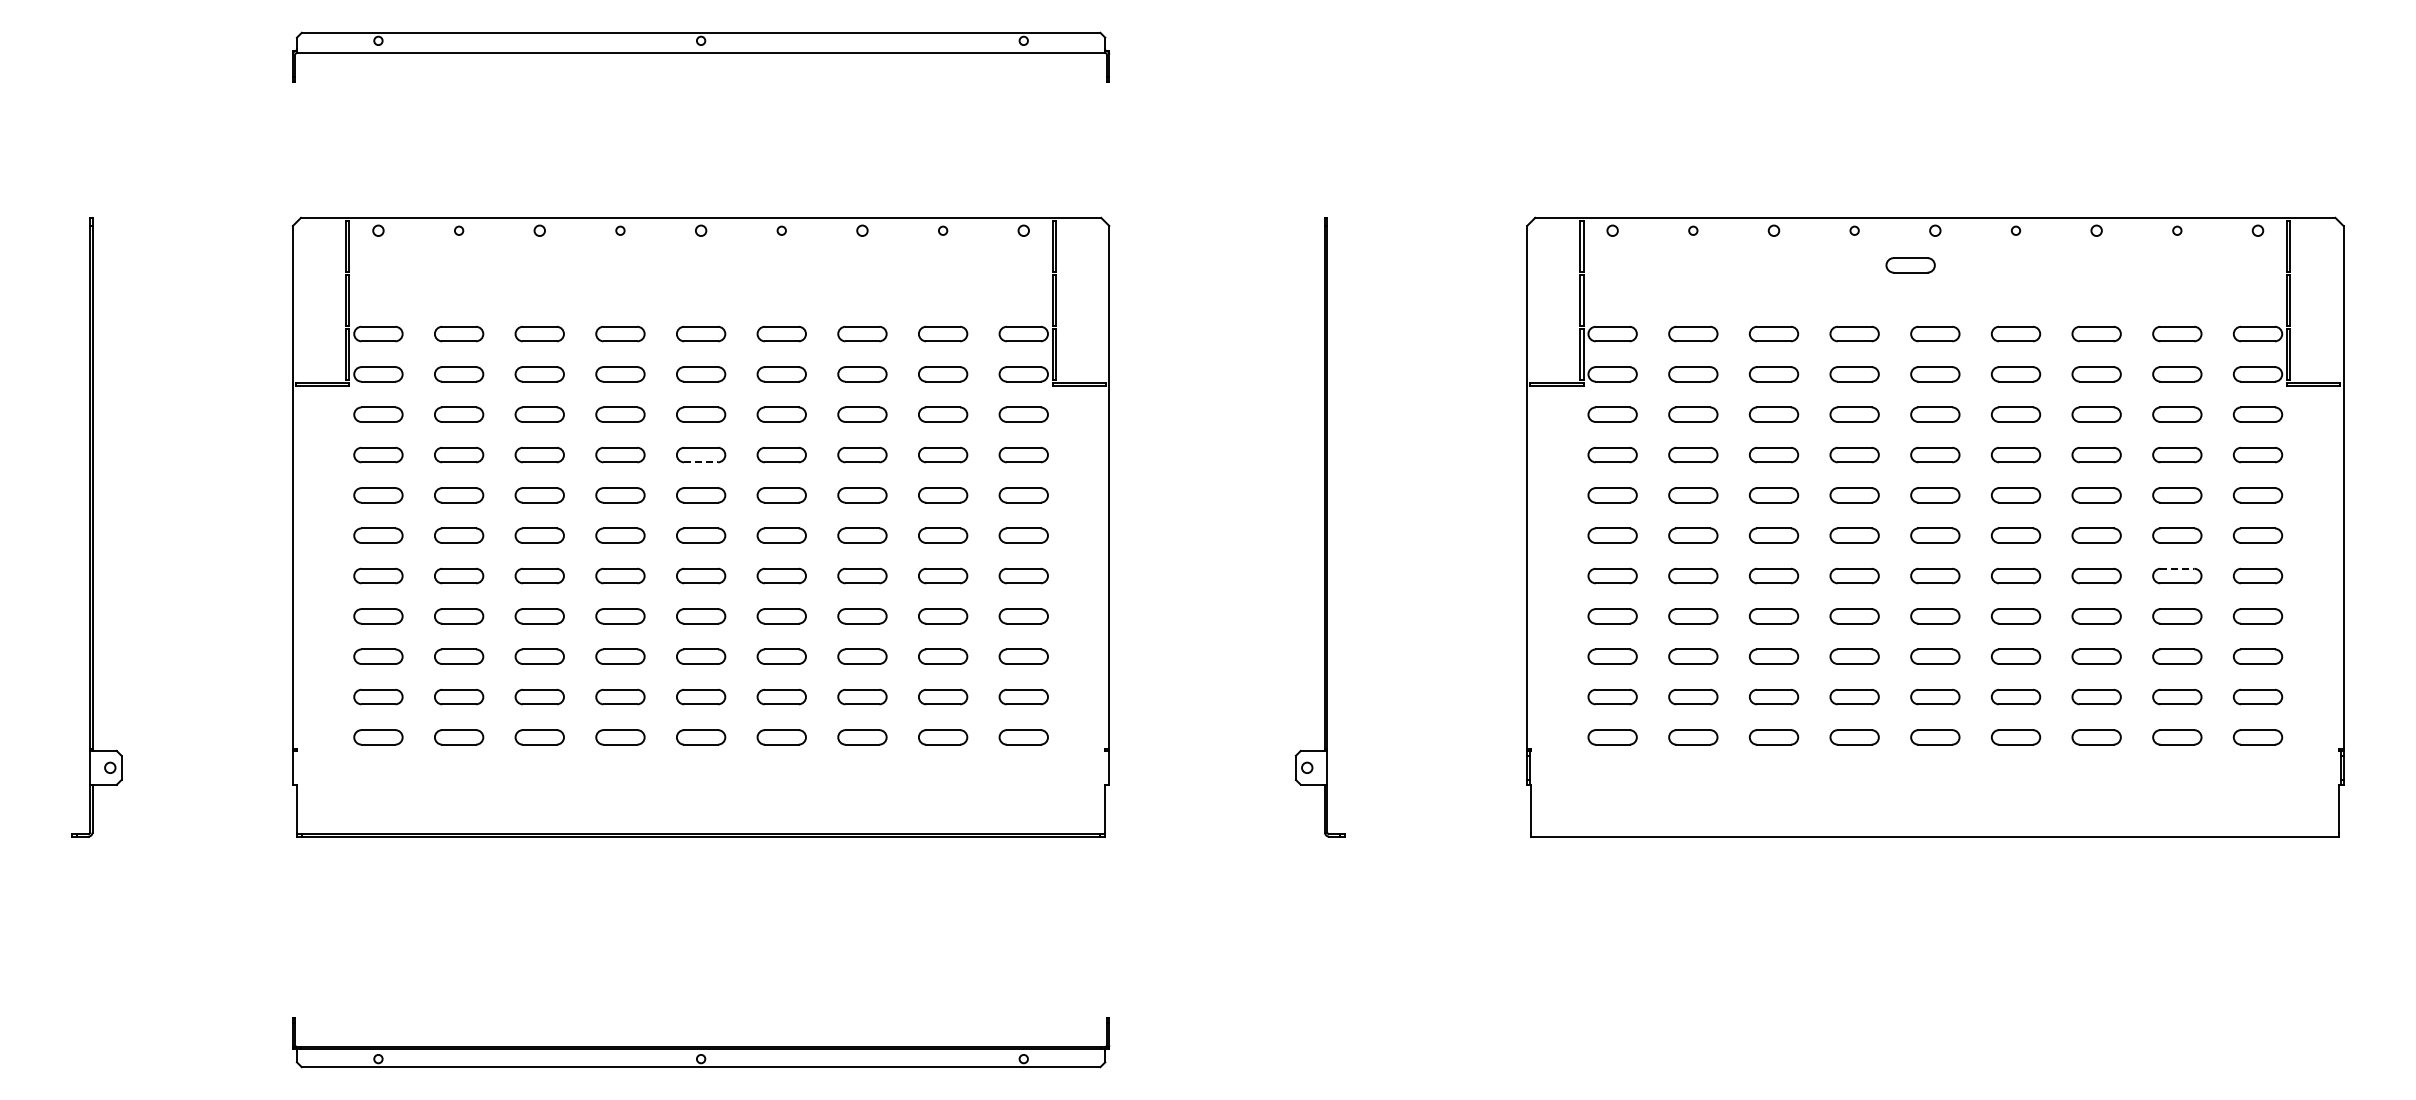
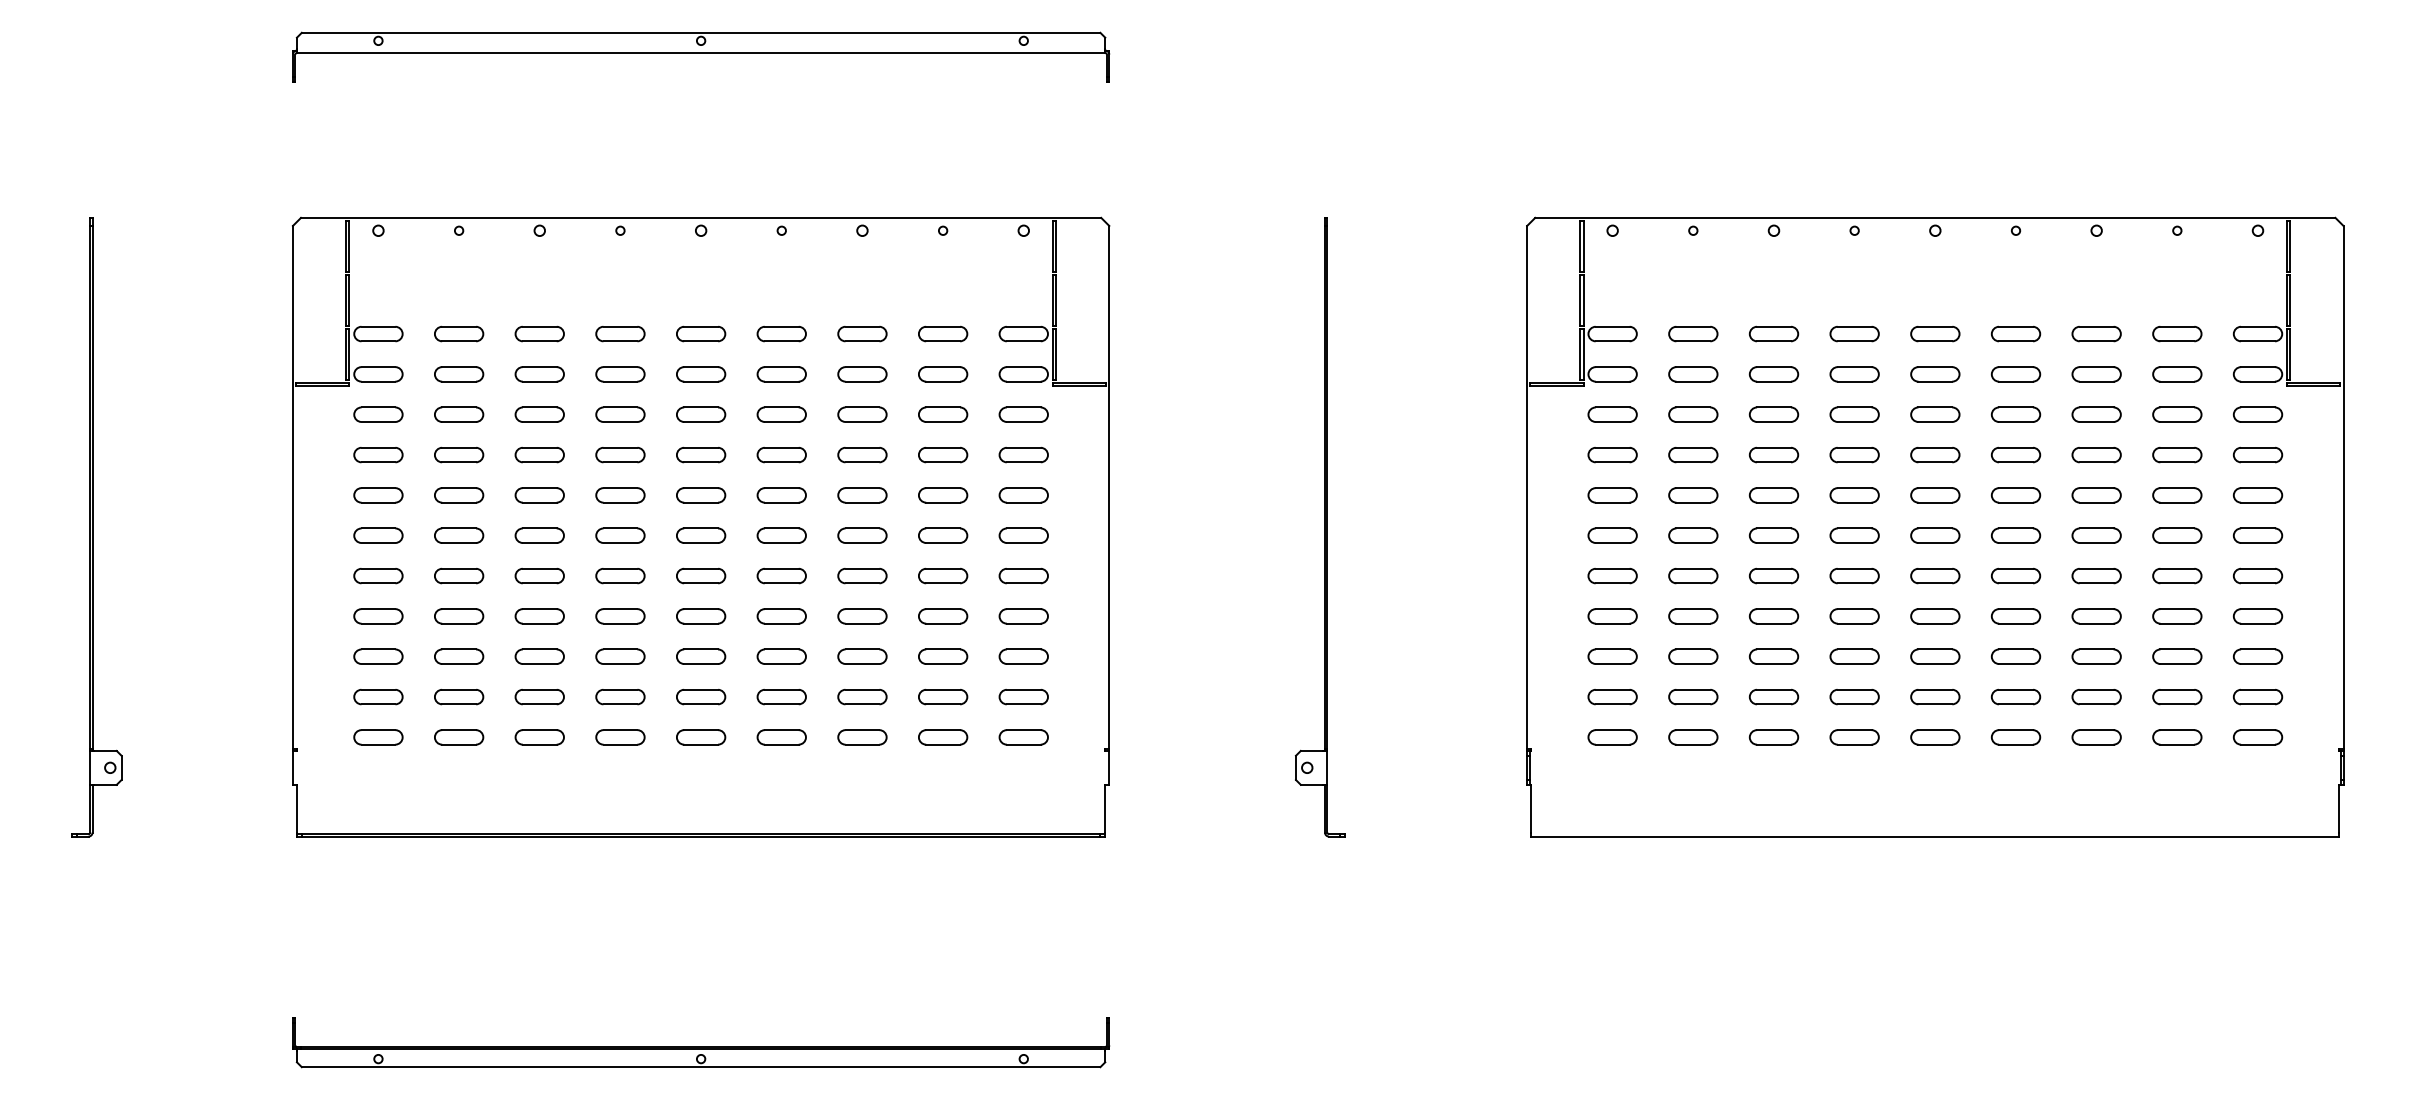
part at (1910, 265): present -> none
line at (701, 462): dashed -> solid
line at (2177, 568): dashed -> solid
